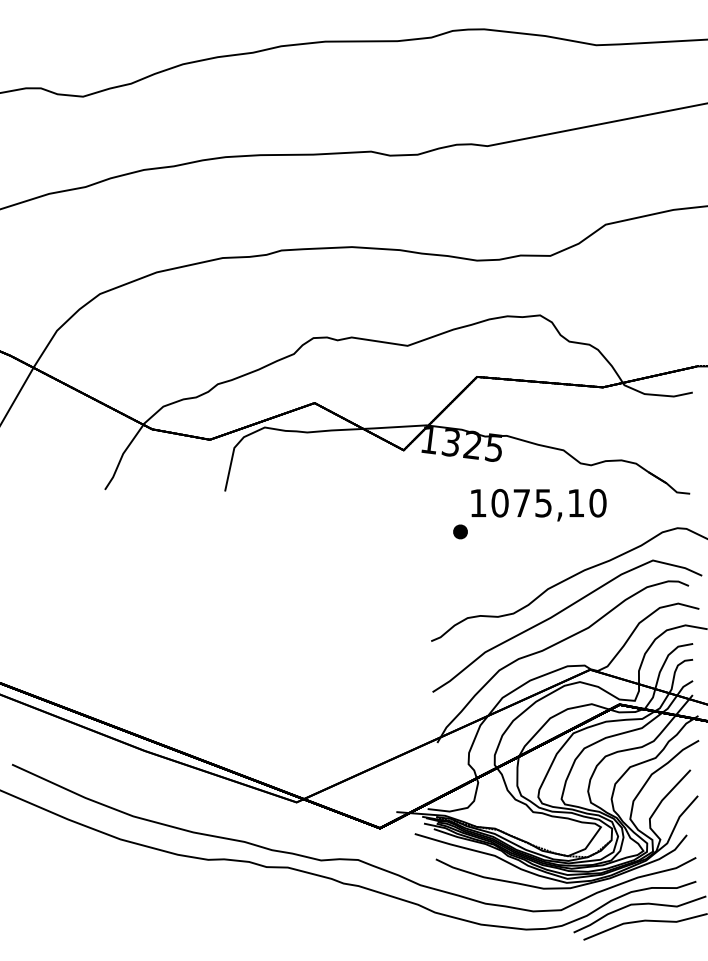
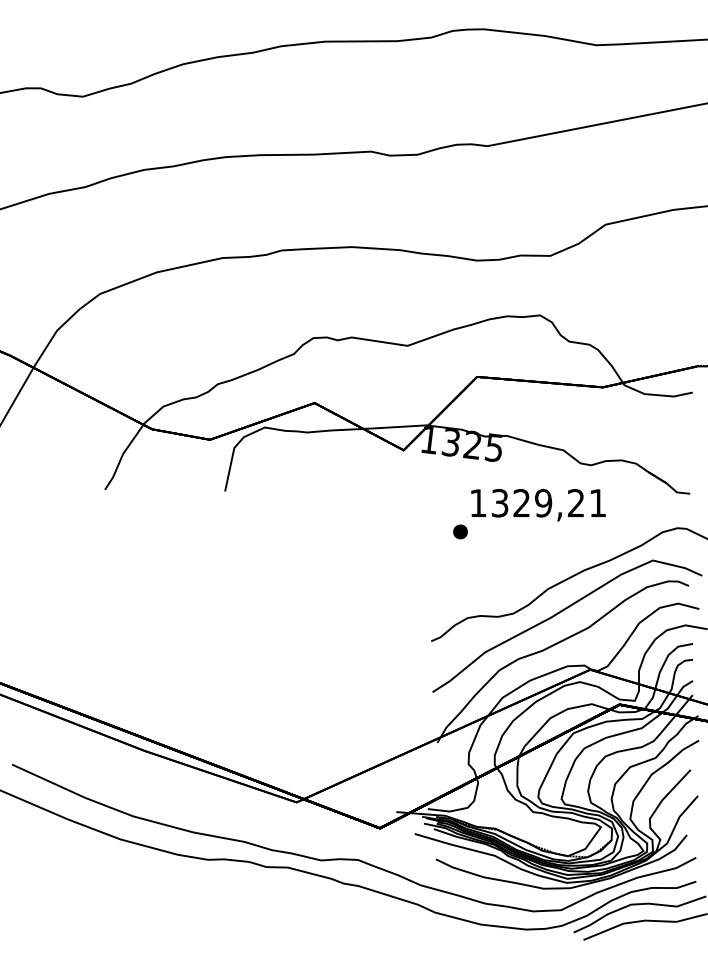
text at (548, 502): 1075,10 -> 1329,21
